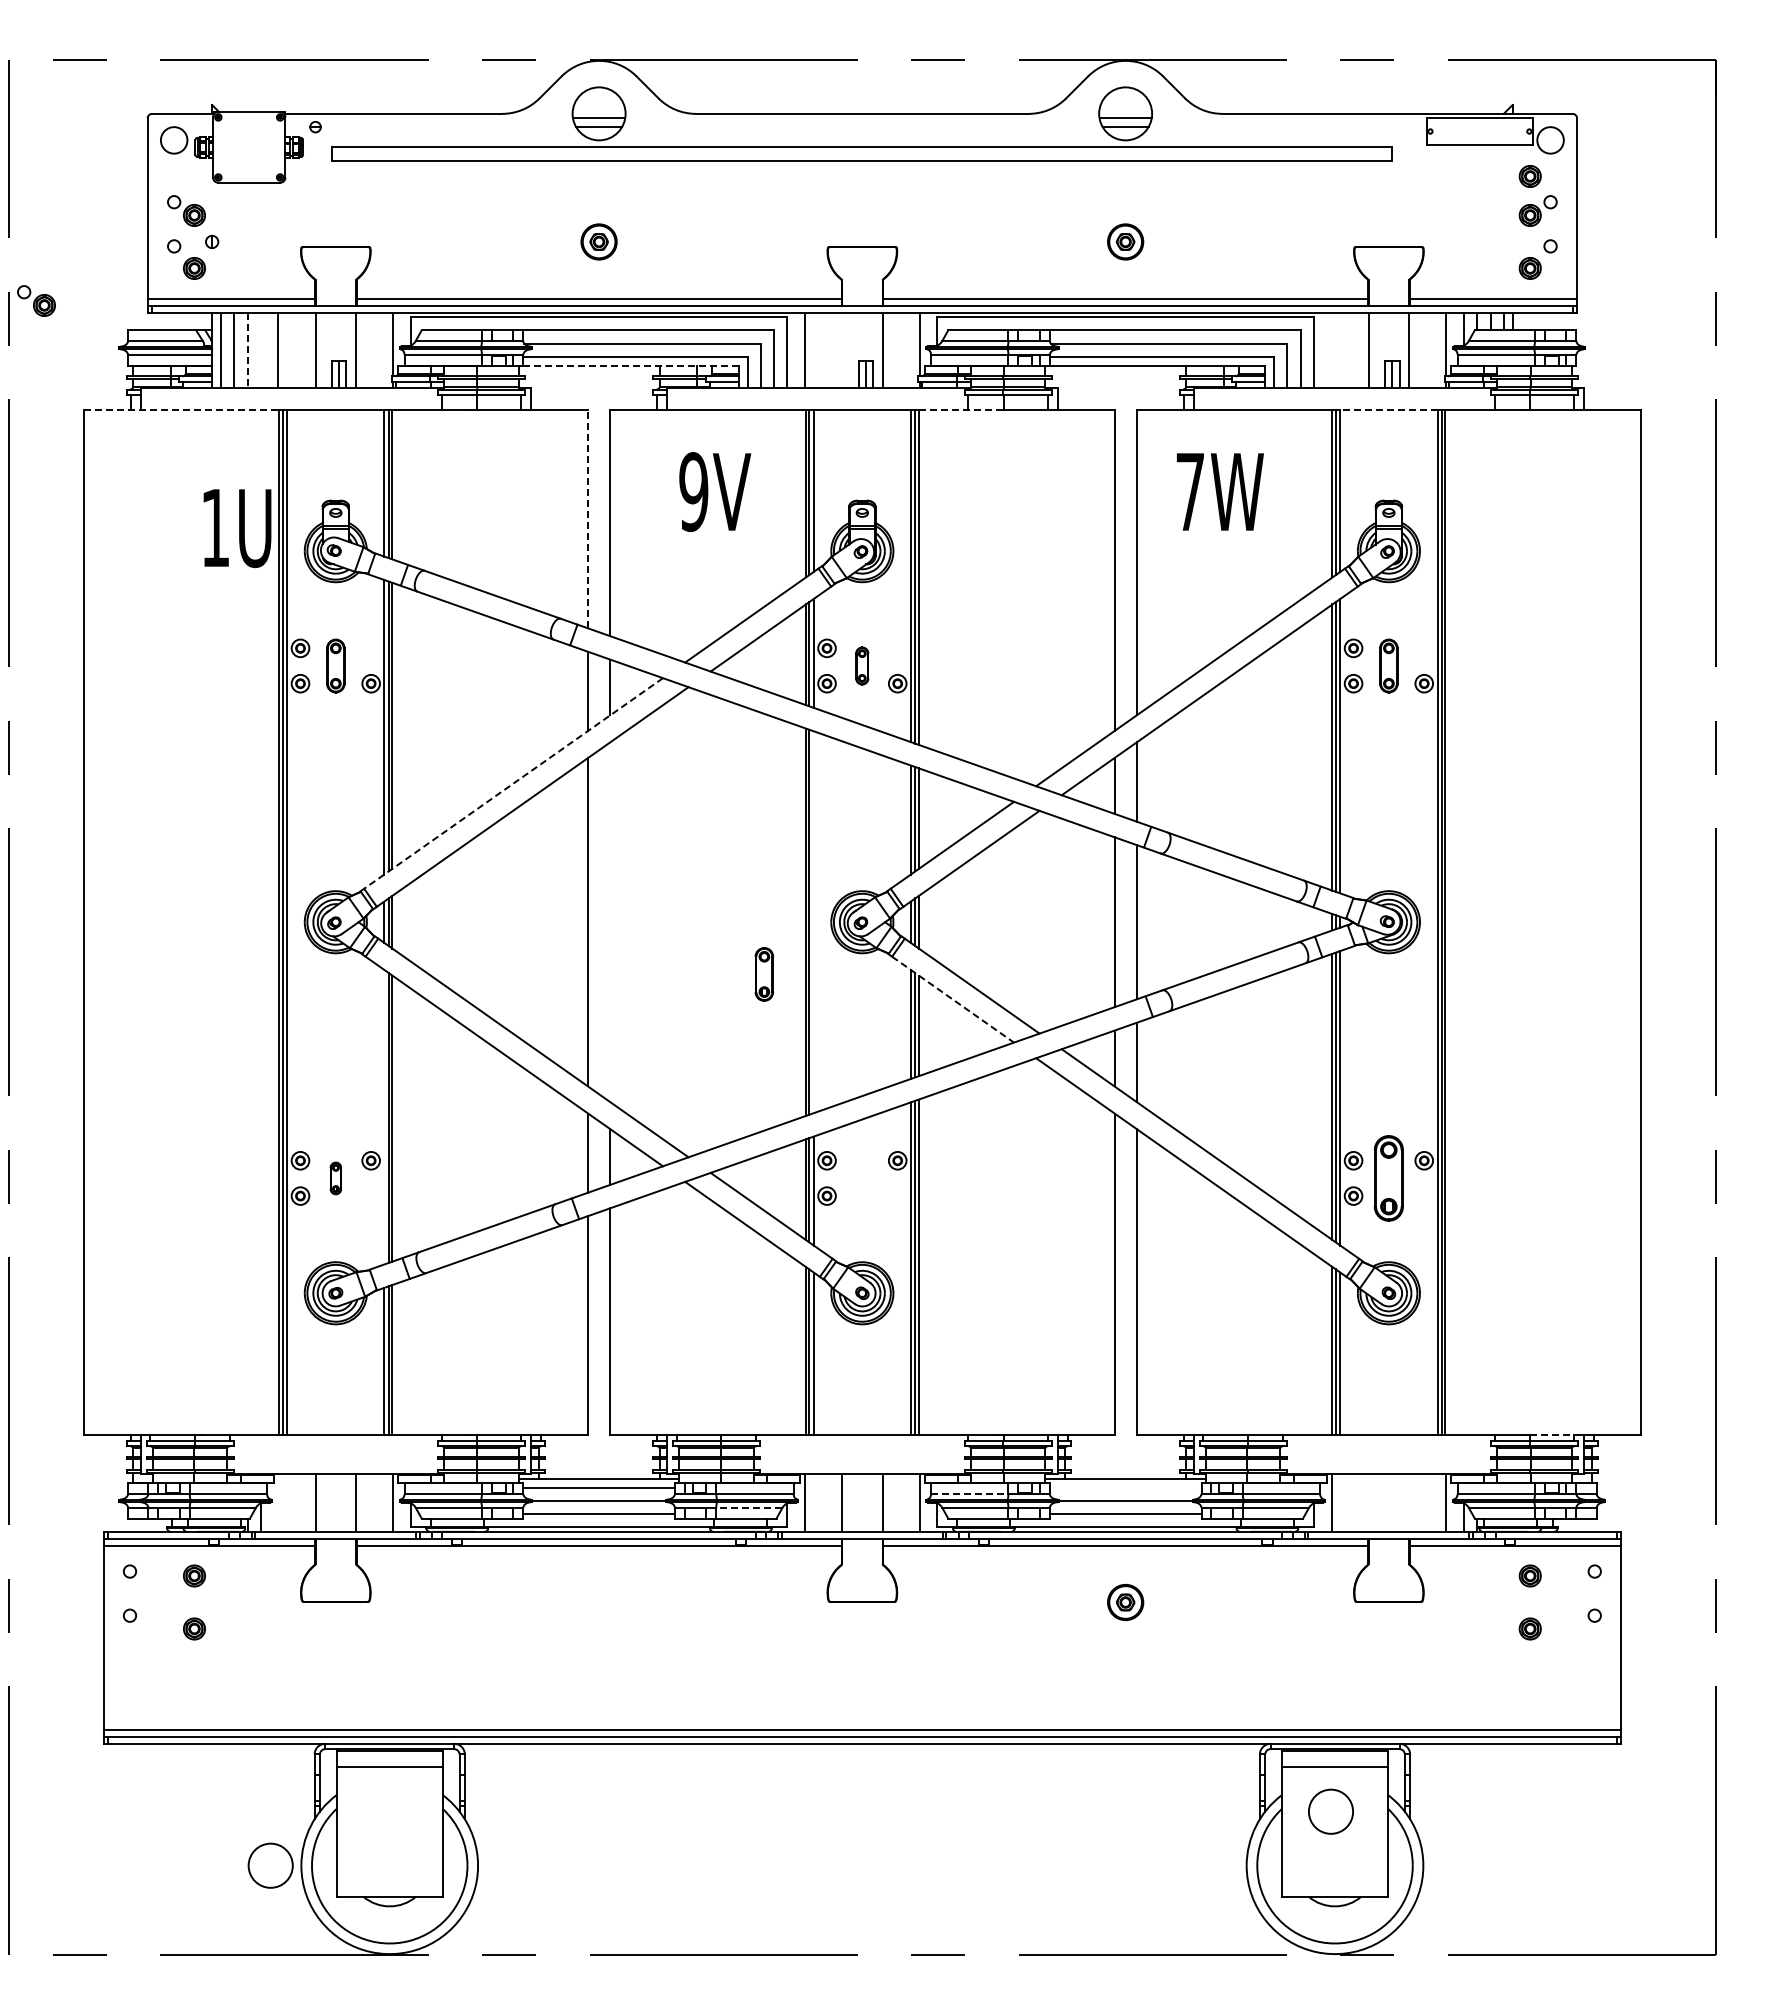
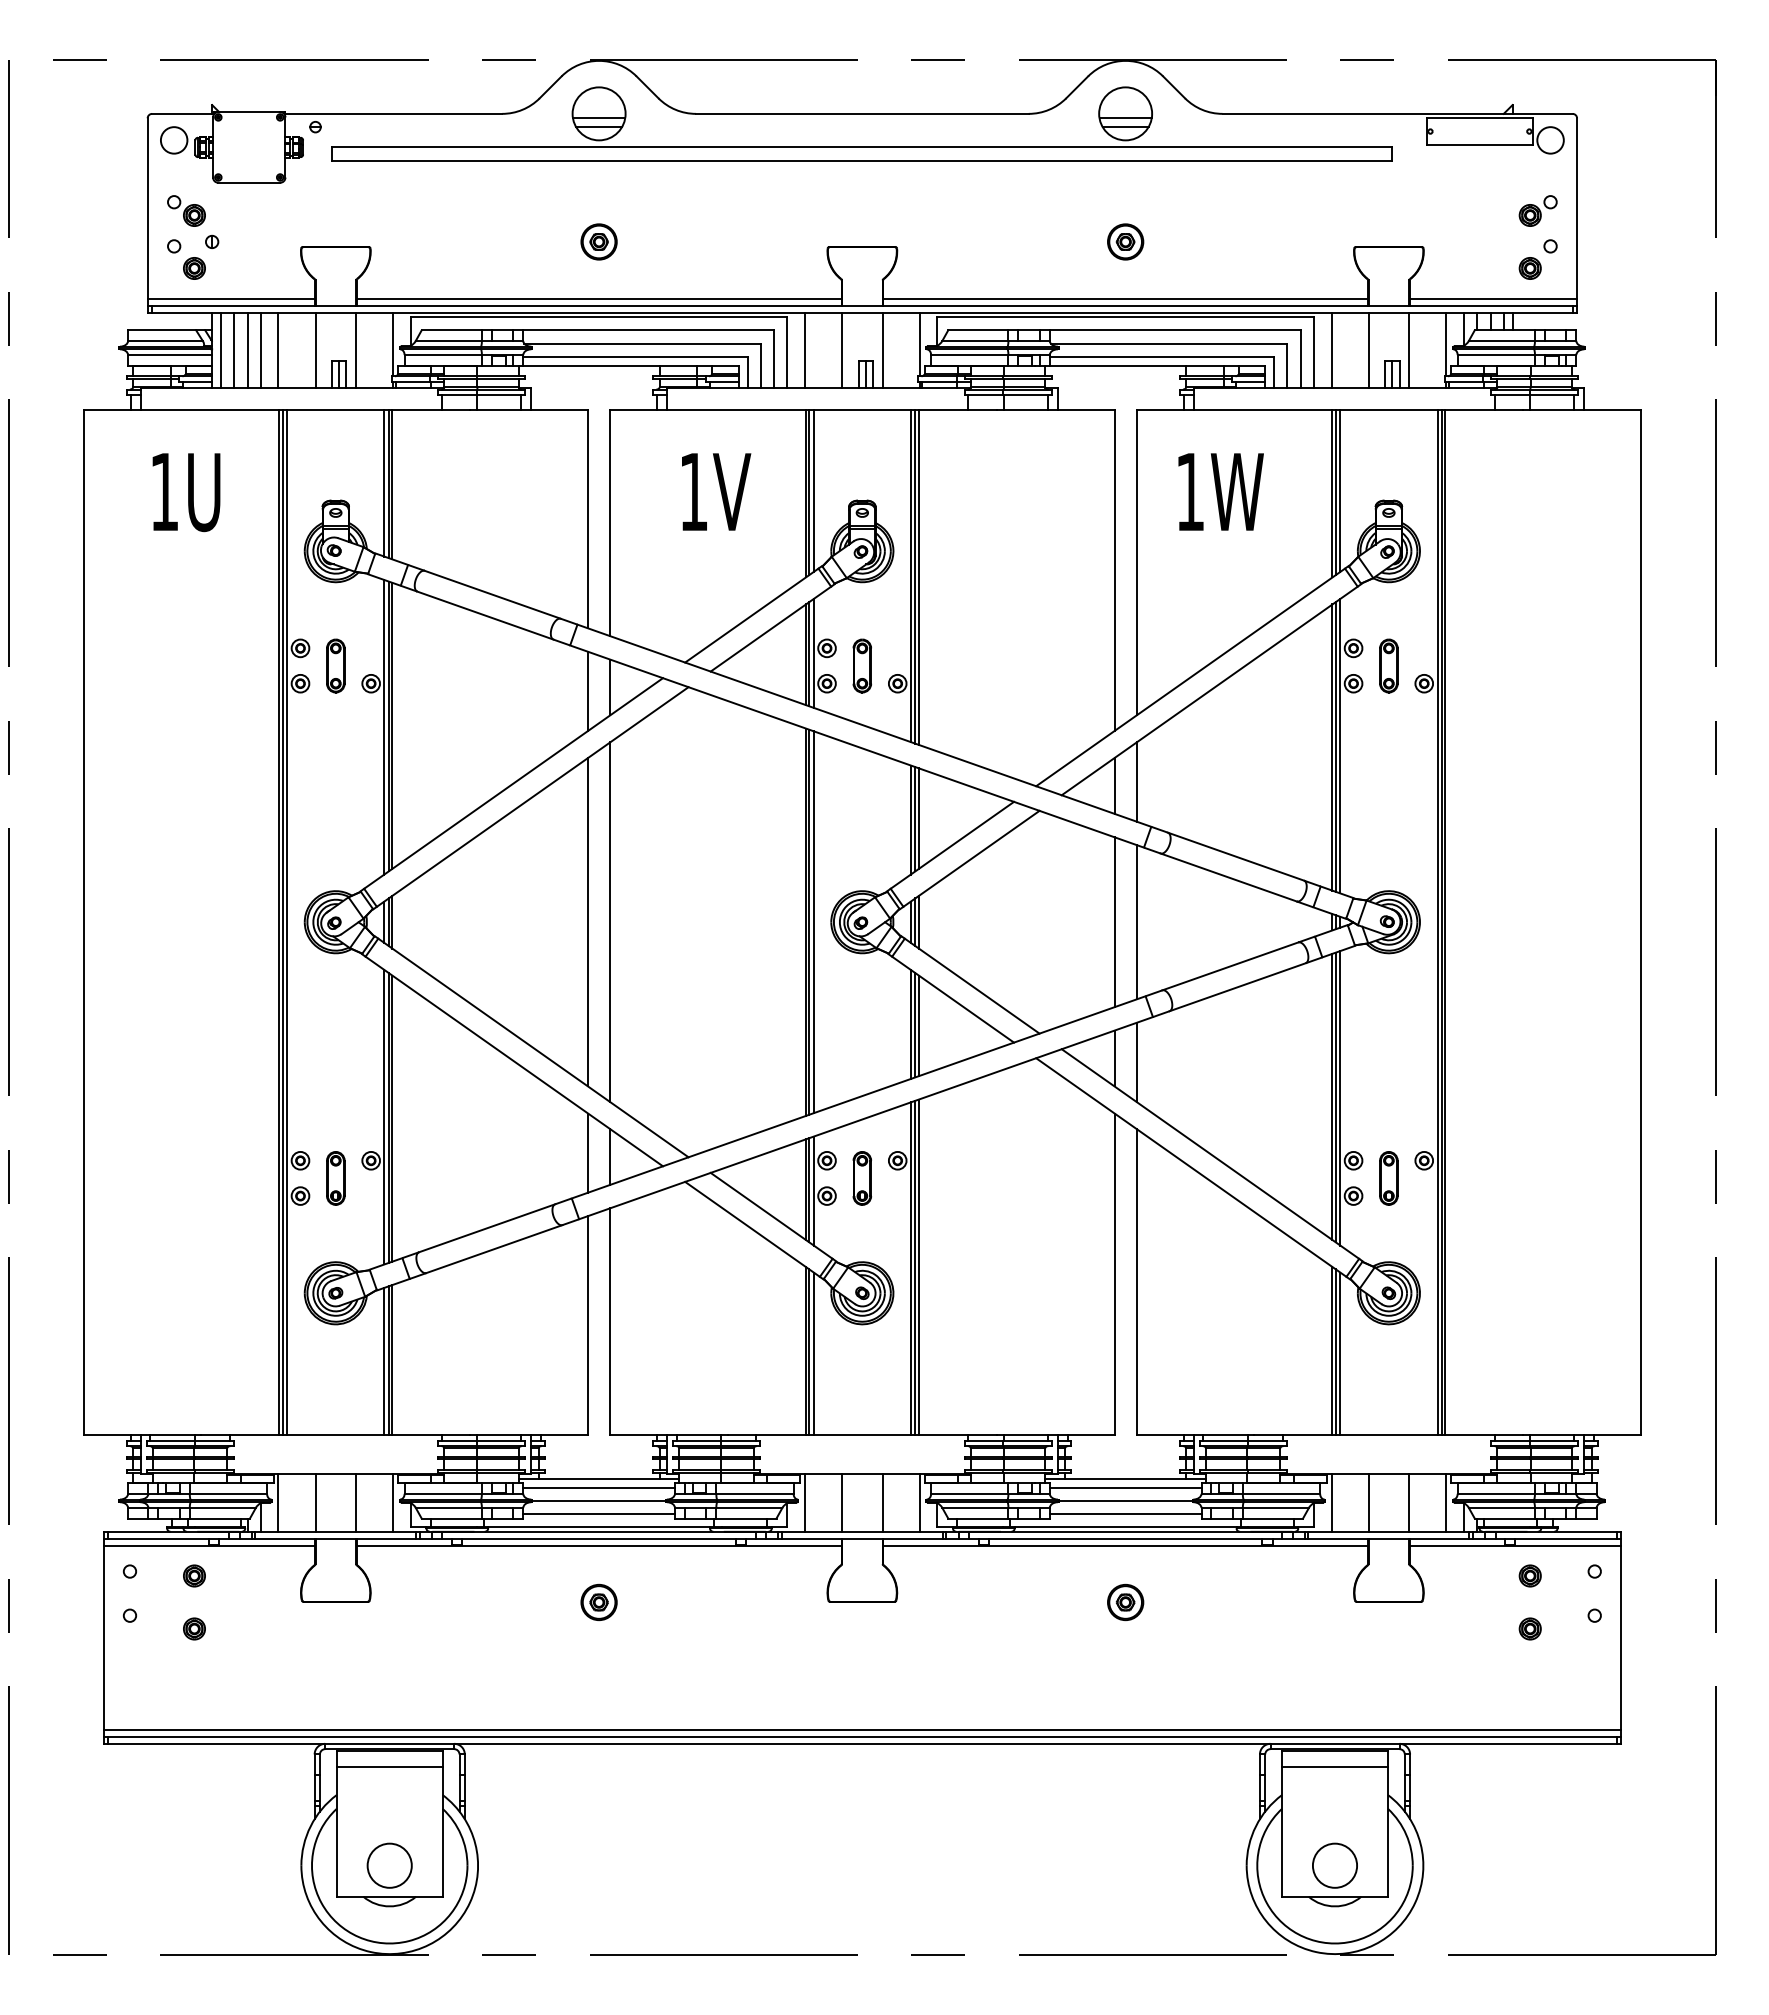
part at (1529, 176): present -> none
part at (36, 300): present -> none
line at (260, 349): none -> present
line at (842, 349): none -> present
line at (1331, 349): none -> present
line at (247, 350): dashed -> solid
line at (630, 365): dashed -> solid
line at (181, 409): dashed -> solid
line at (958, 409): dashed -> solid
line at (1388, 409): dashed -> solid
text at (1189, 491): 7W -> 1W
text at (693, 492): 9V -> 1V
line at (588, 518): dashed -> solid
text at (237, 528) position: (237, 528) -> (186, 492)
part at (862, 665) size: 15x40 px -> 20x56 px
line at (513, 783): dashed -> solid
line at (610, 922): none -> present
line at (813, 922): none -> present
part at (763, 974) position: (763, 974) -> (861, 1178)
line at (953, 999): dashed -> solid
line at (384, 1116): none -> present
part at (335, 1178) size: 14x35 px -> 20x55 px
part at (1388, 1178) size: 31x87 px -> 20x55 px
line at (1552, 1434): dashed -> solid
line at (1125, 1487): none -> present
line at (969, 1493): dashed -> solid
line at (278, 1502): none -> present
line at (1368, 1502): none -> present
line at (1409, 1502): none -> present
line at (748, 1507): dashed -> solid
part at (598, 1602): none -> present
circle at (1330, 1811) position: (1330, 1811) -> (1334, 1865)
circle at (270, 1865) position: (270, 1865) -> (389, 1865)
